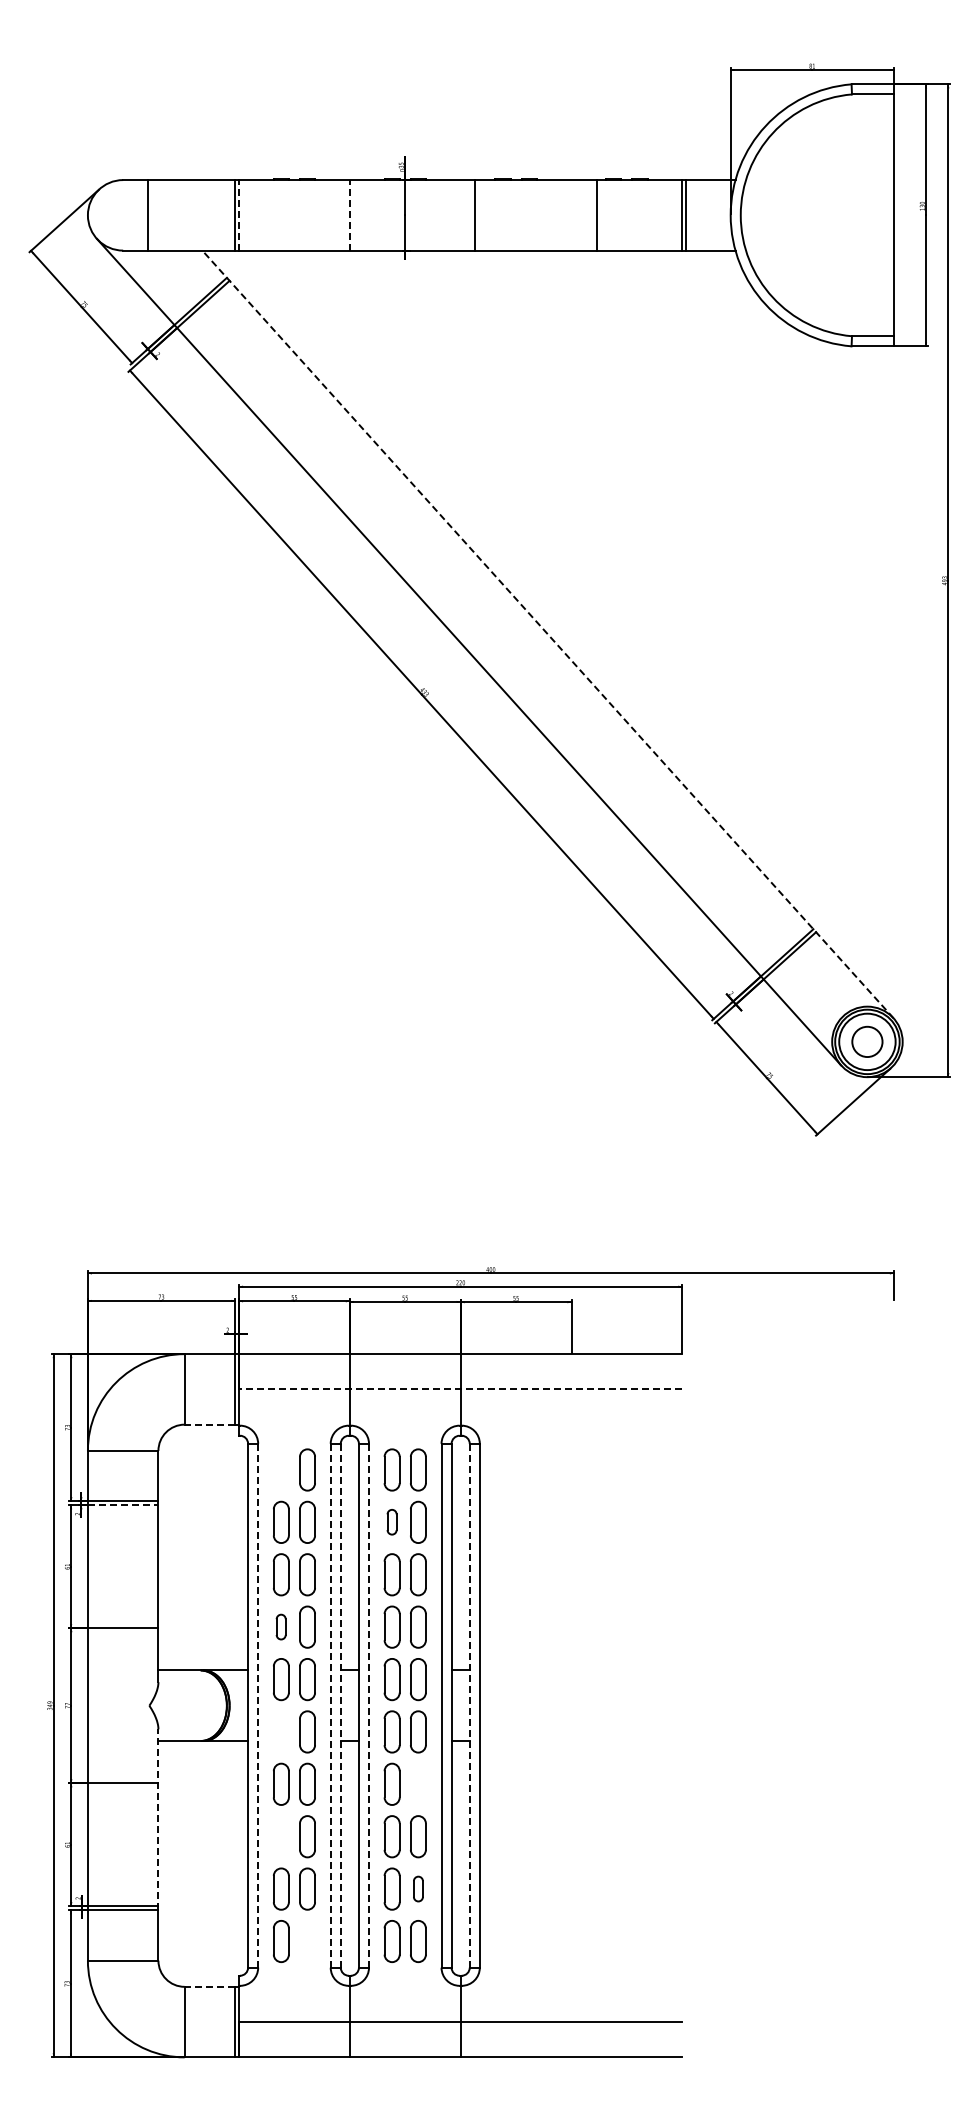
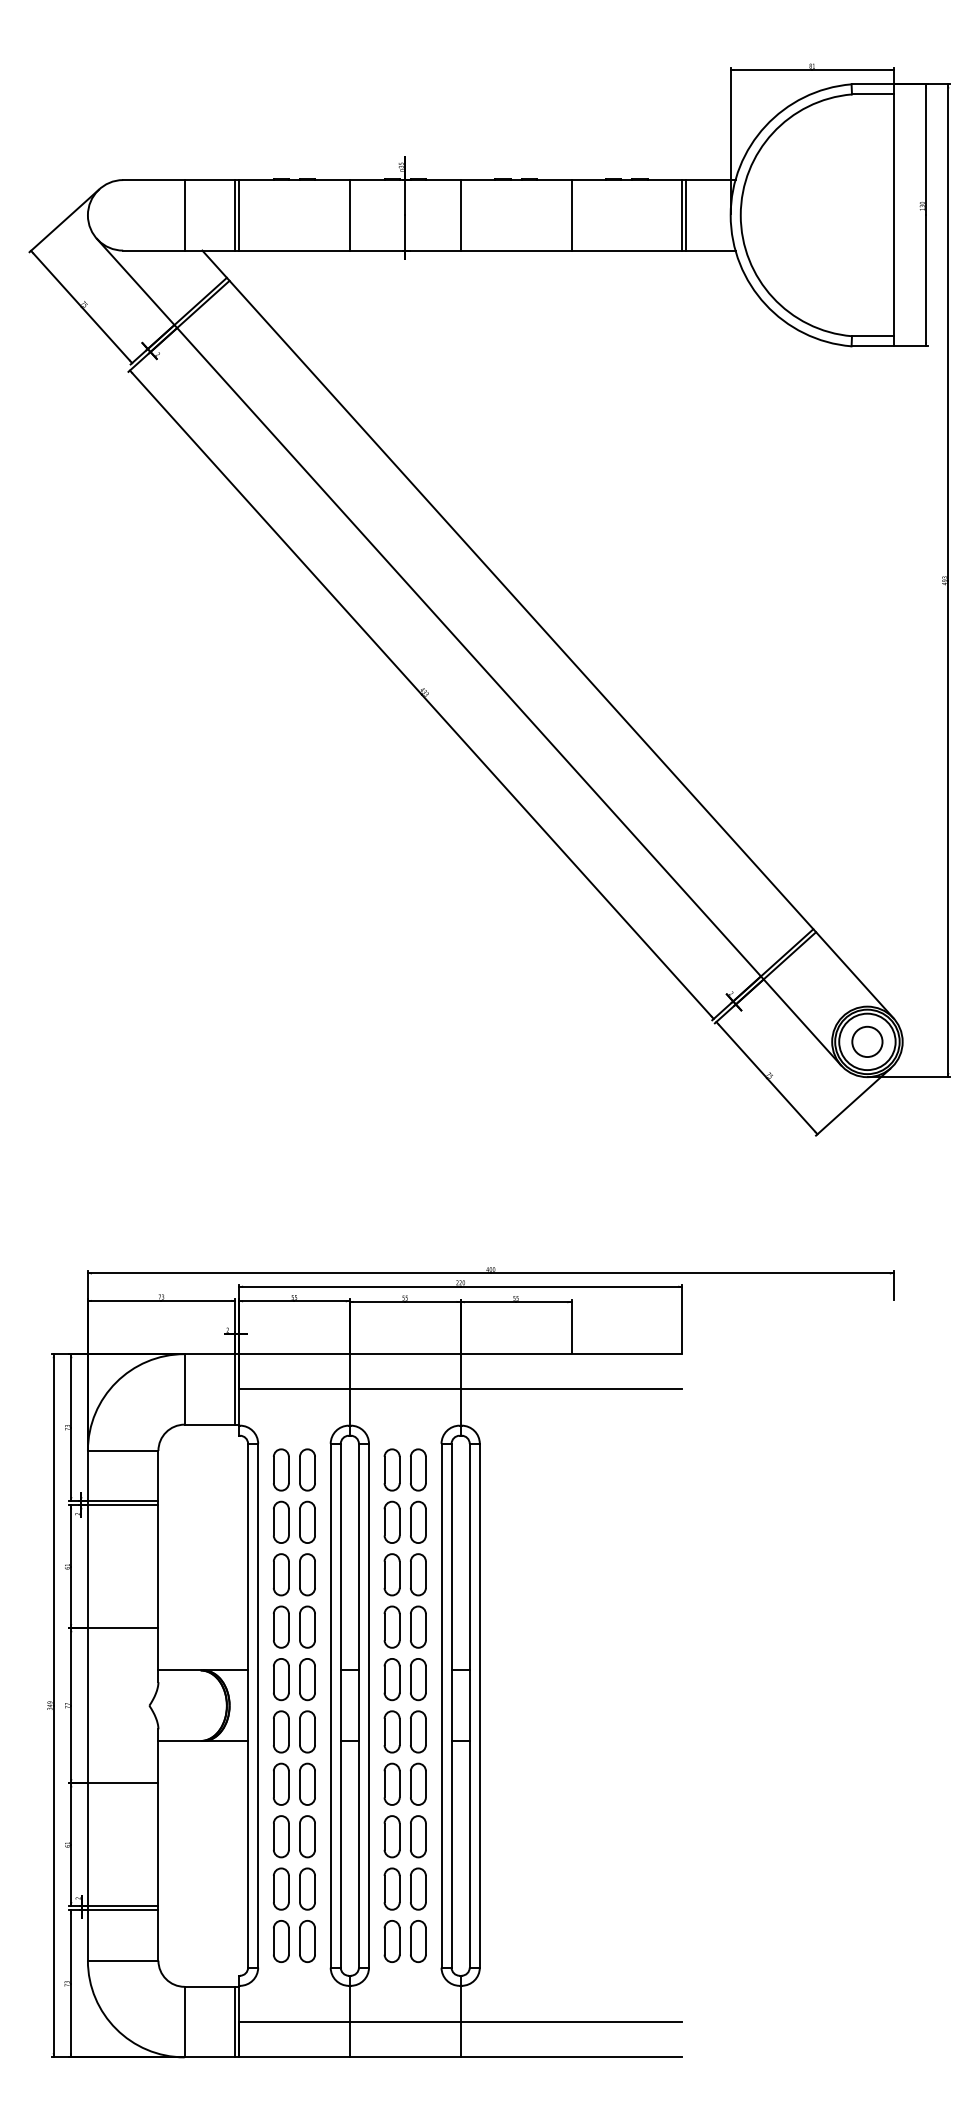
line at (239, 214): dashed -> solid
line at (349, 214): dashed -> solid
line at (147, 215) position: (147, 215) -> (184, 215)
line at (474, 215) position: (474, 215) -> (460, 215)
line at (596, 215) position: (596, 215) -> (571, 215)
line at (548, 634): dashed -> solid
line at (460, 1389): dashed -> solid
line at (209, 1424): dashed -> solid
part at (281, 1469): none -> present
line at (123, 1505): dashed -> solid
part at (391, 1522) size: 12x27 px -> 18x44 px
part at (280, 1626) size: 12x28 px -> 18x44 px
line at (258, 1705): dashed -> solid
line at (330, 1705): dashed -> solid
line at (340, 1705): dashed -> solid
line at (369, 1705): dashed -> solid
line at (469, 1705): dashed -> solid
part at (281, 1731): none -> present
part at (418, 1783): none -> present
line at (158, 1819): dashed -> solid
part at (281, 1836): none -> present
part at (418, 1888) size: 11x28 px -> 17x44 px
part at (307, 1941): none -> present
line at (209, 1986): dashed -> solid
